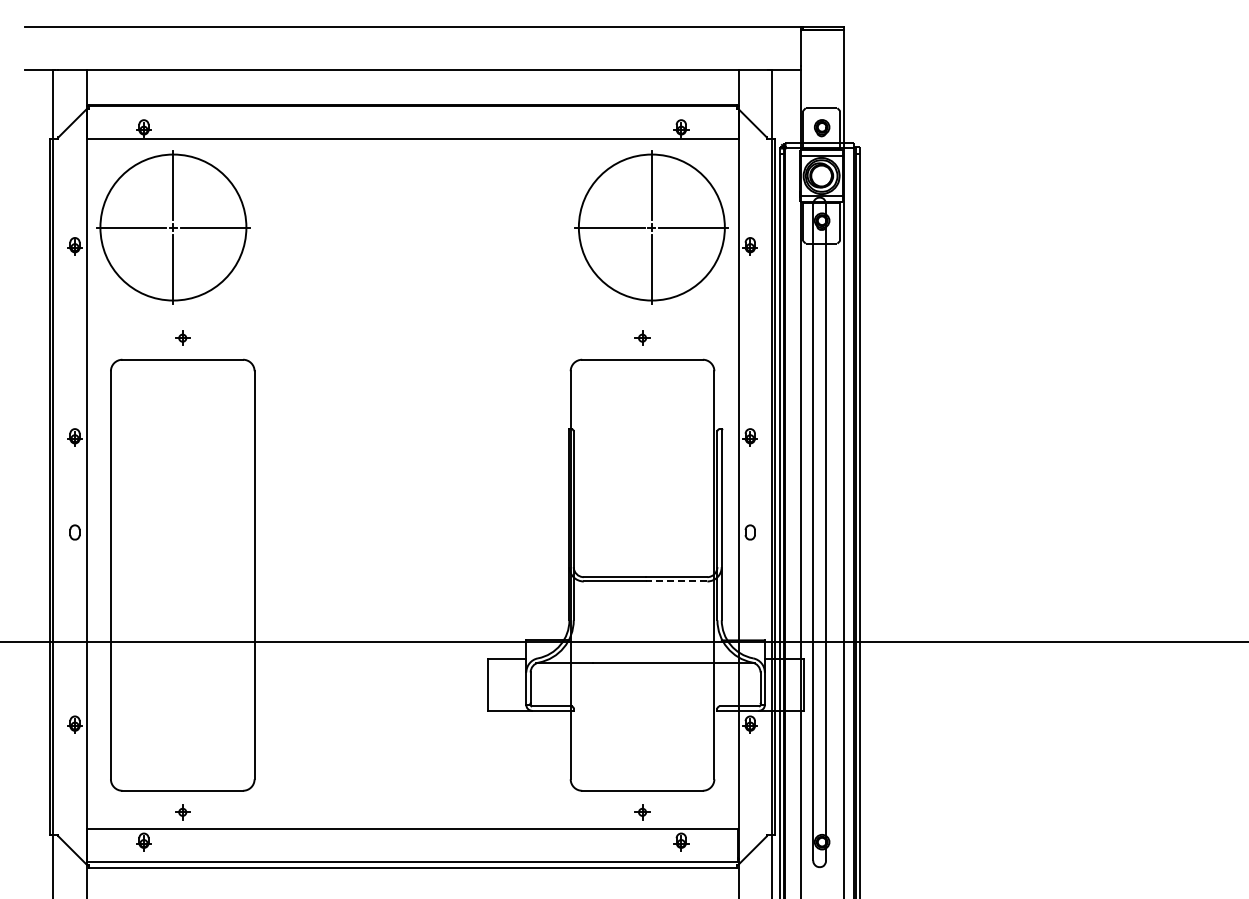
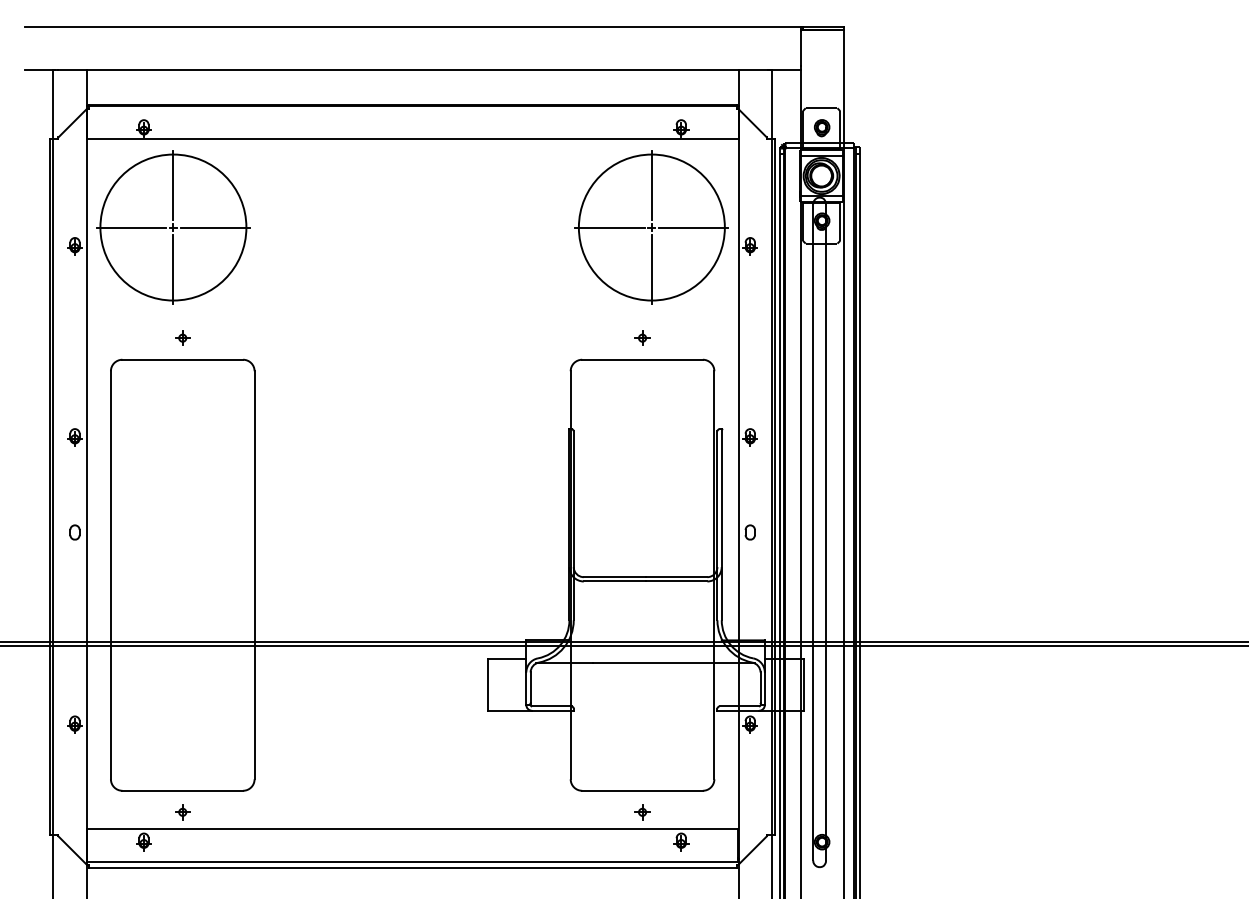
line at (676, 581): dashed -> solid
line at (623, 646): none -> present
